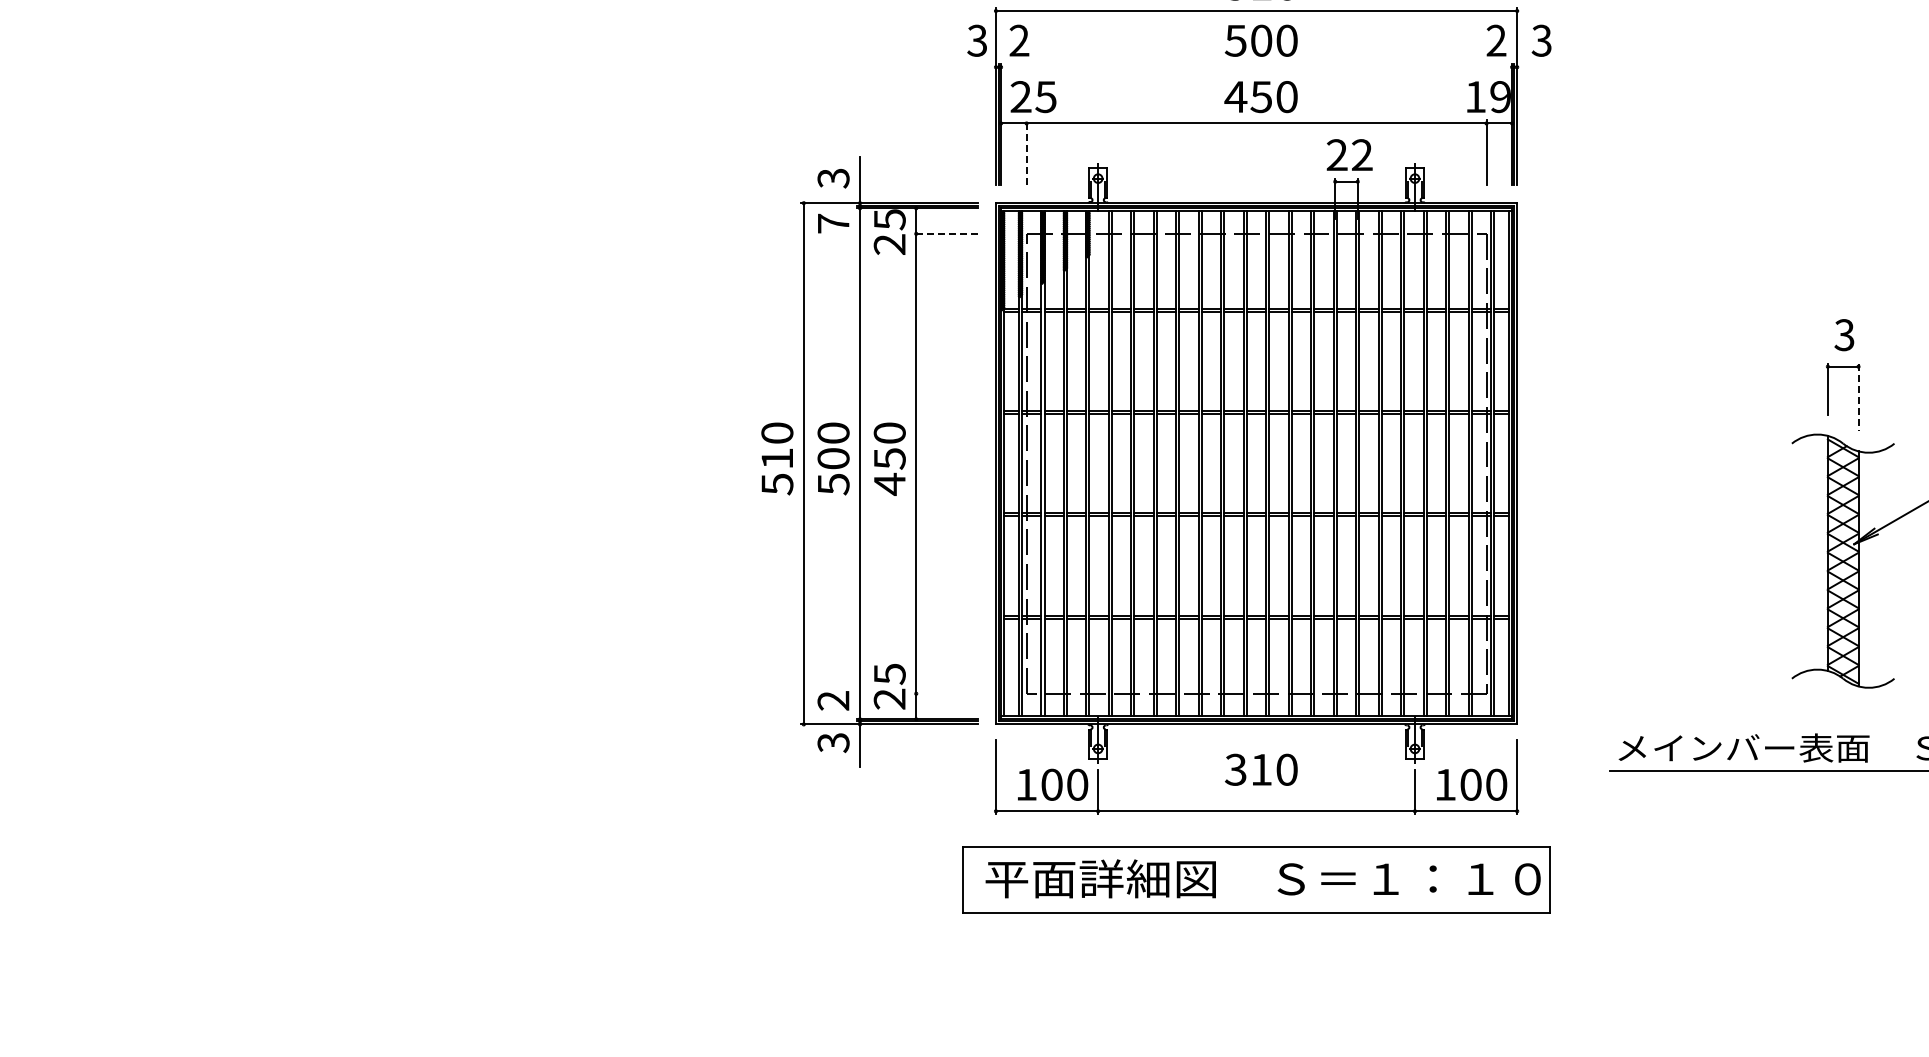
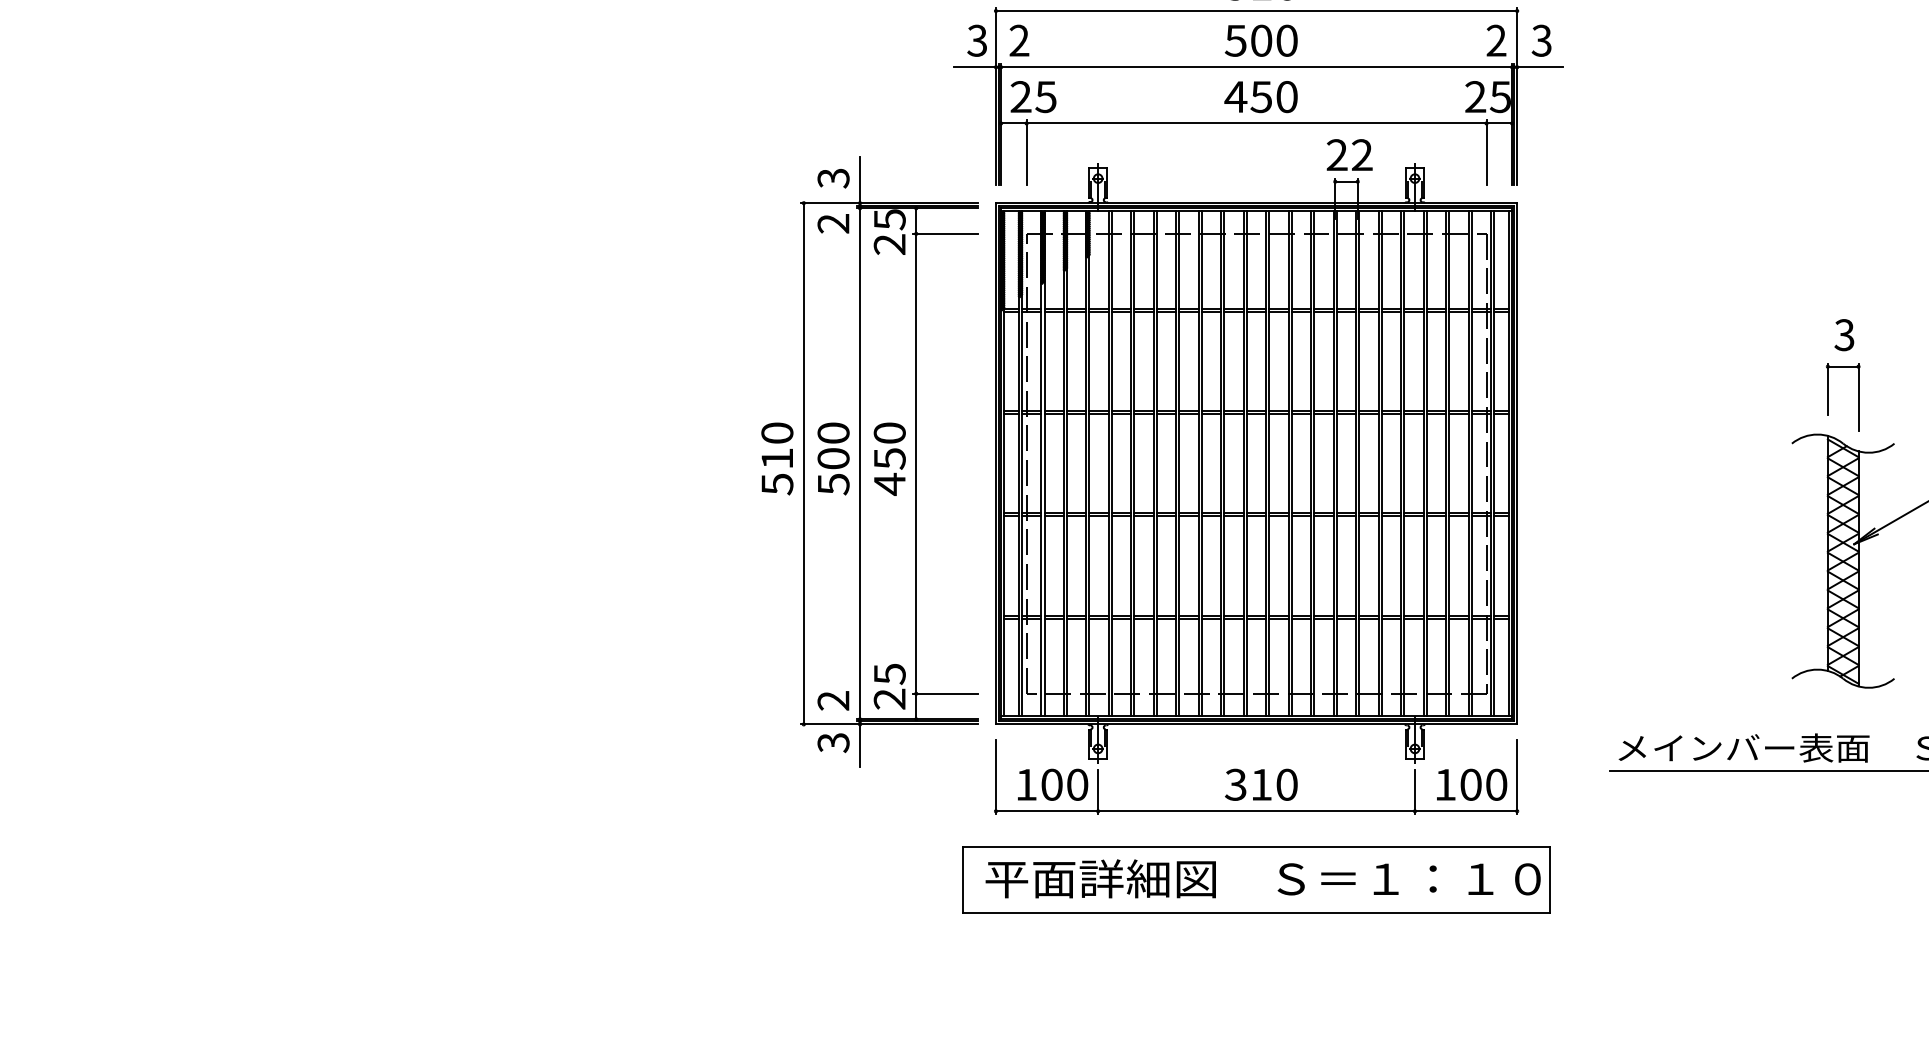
line at (1257, 67): none -> present
text at (1487, 97): 19 -> 25
line at (1026, 152): dashed -> solid
text at (833, 223): 7 -> 2
line at (944, 233): dashed -> solid
line at (1858, 397): dashed -> solid
line at (945, 693): none -> present
text at (1261, 769) position: (1261, 769) -> (1261, 784)
